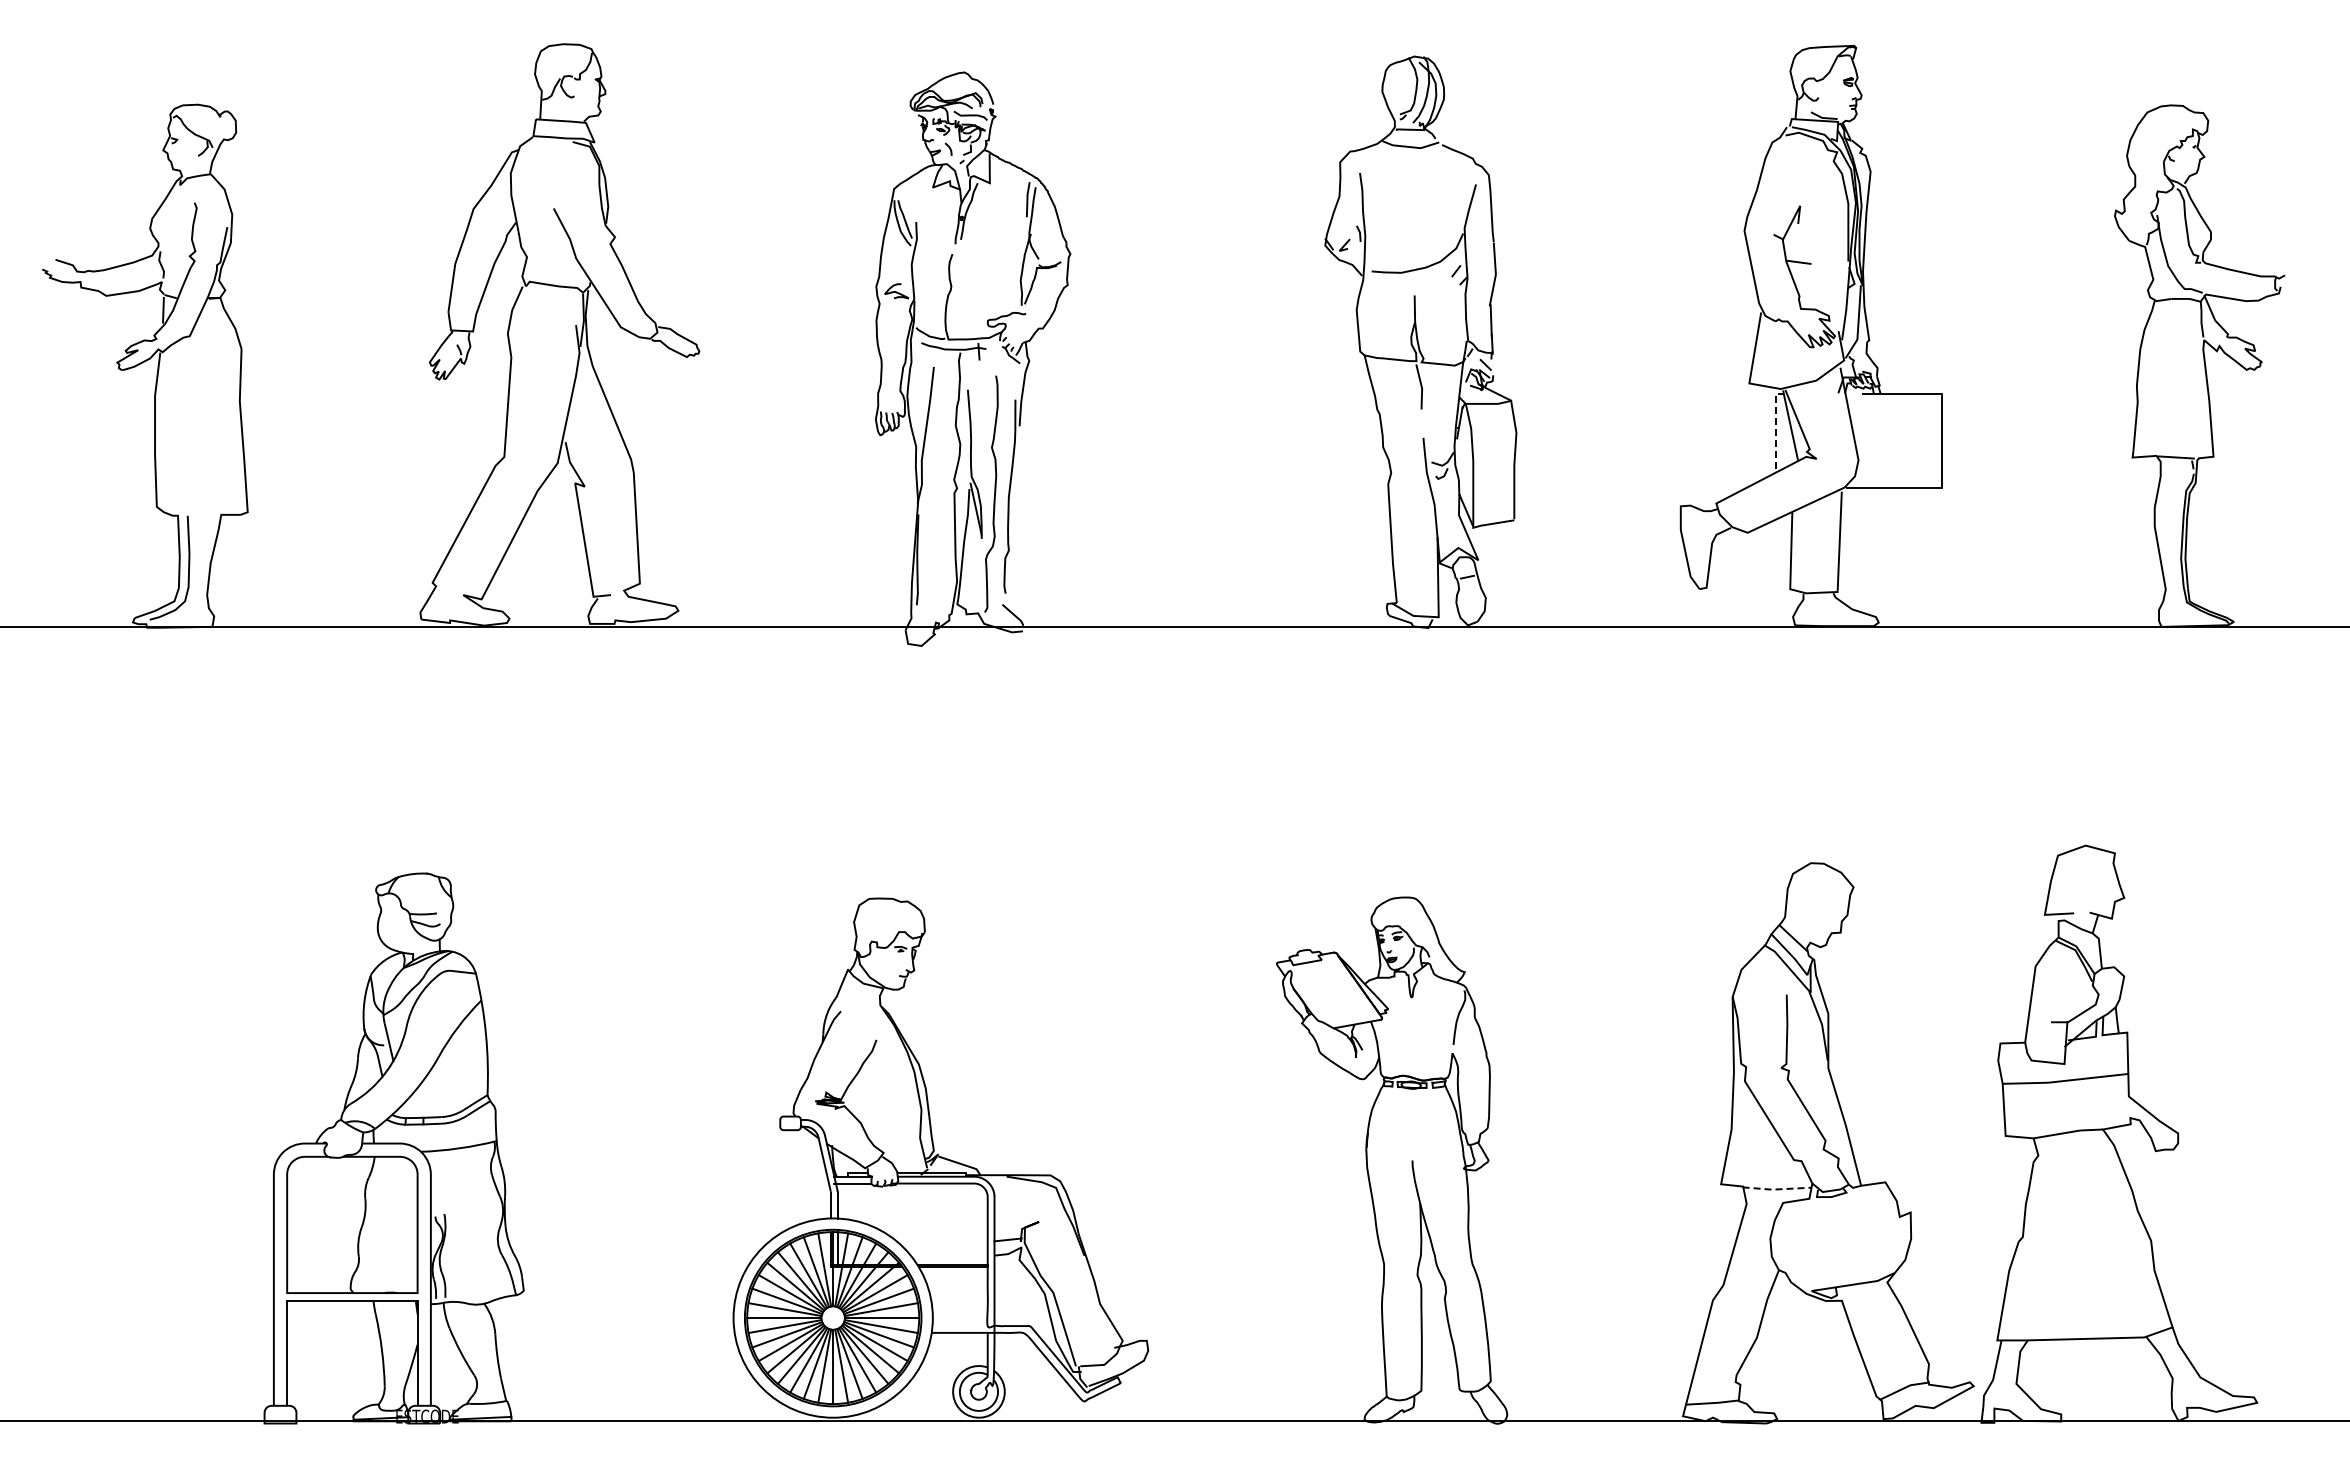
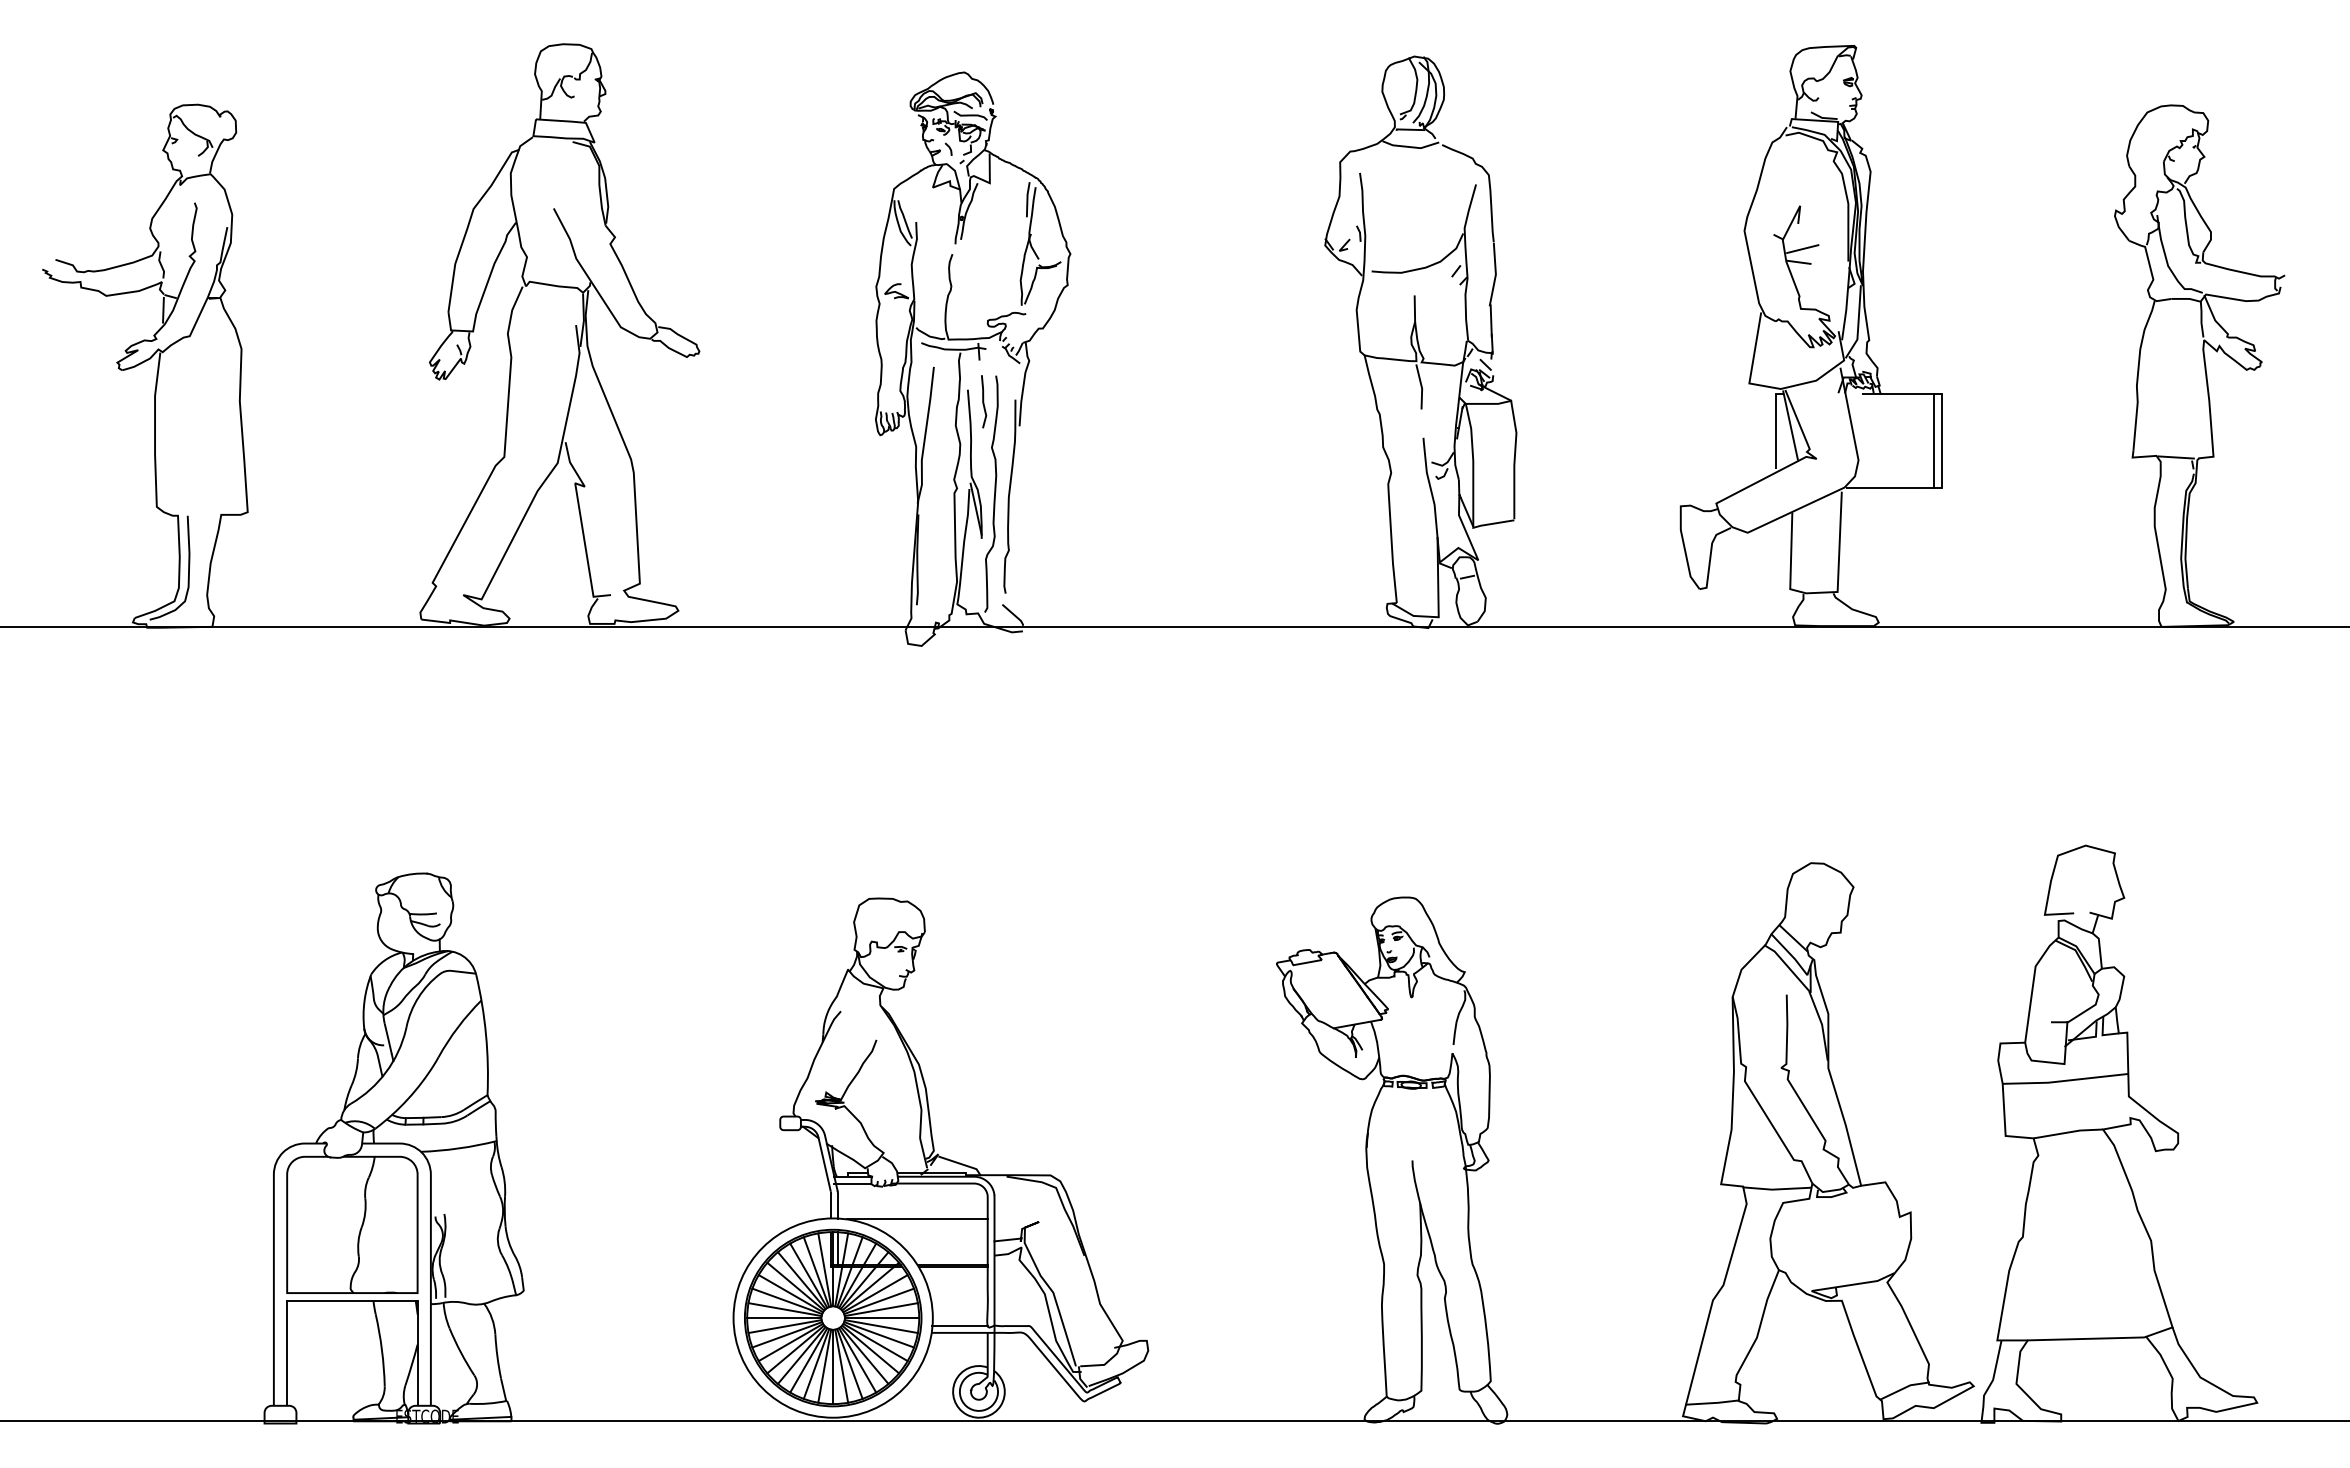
line at (1802, 249): none -> present
line at (984, 401): none -> present
line at (1776, 426): dashed -> solid
line at (1933, 440): none -> present
line at (1776, 1189): dashed -> solid
line at (916, 1219): none -> present
line at (959, 1326): none -> present
